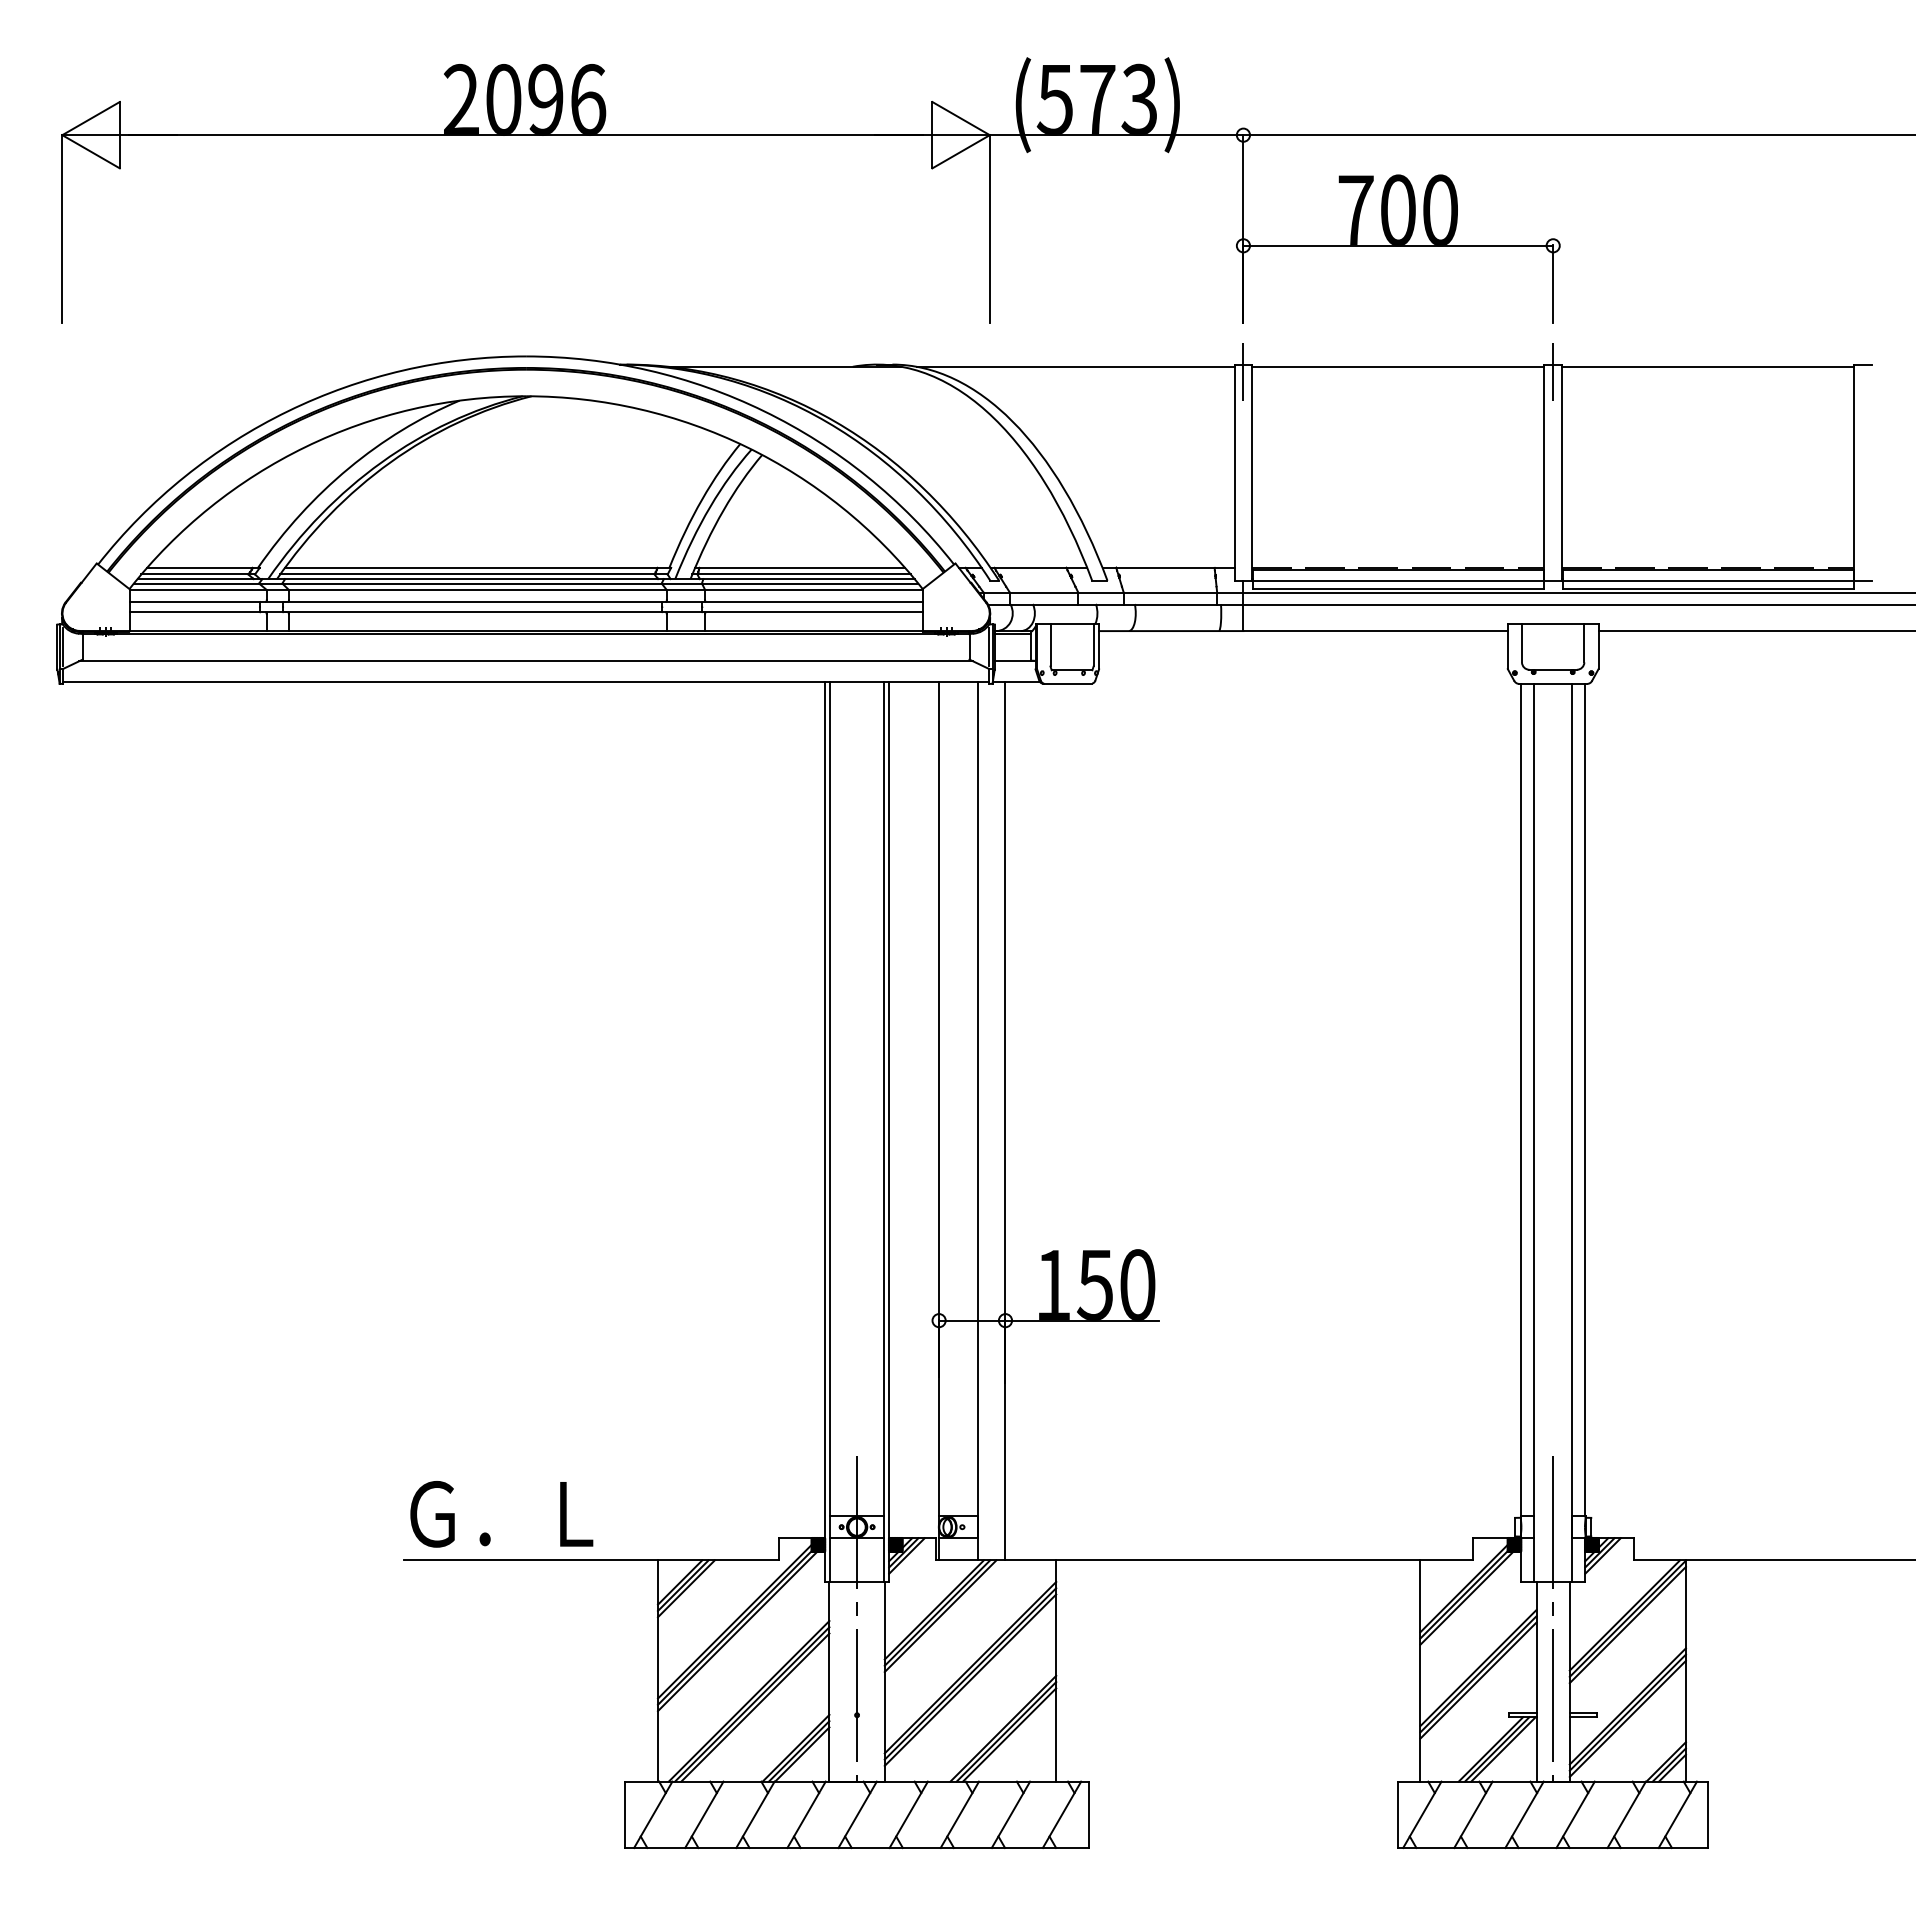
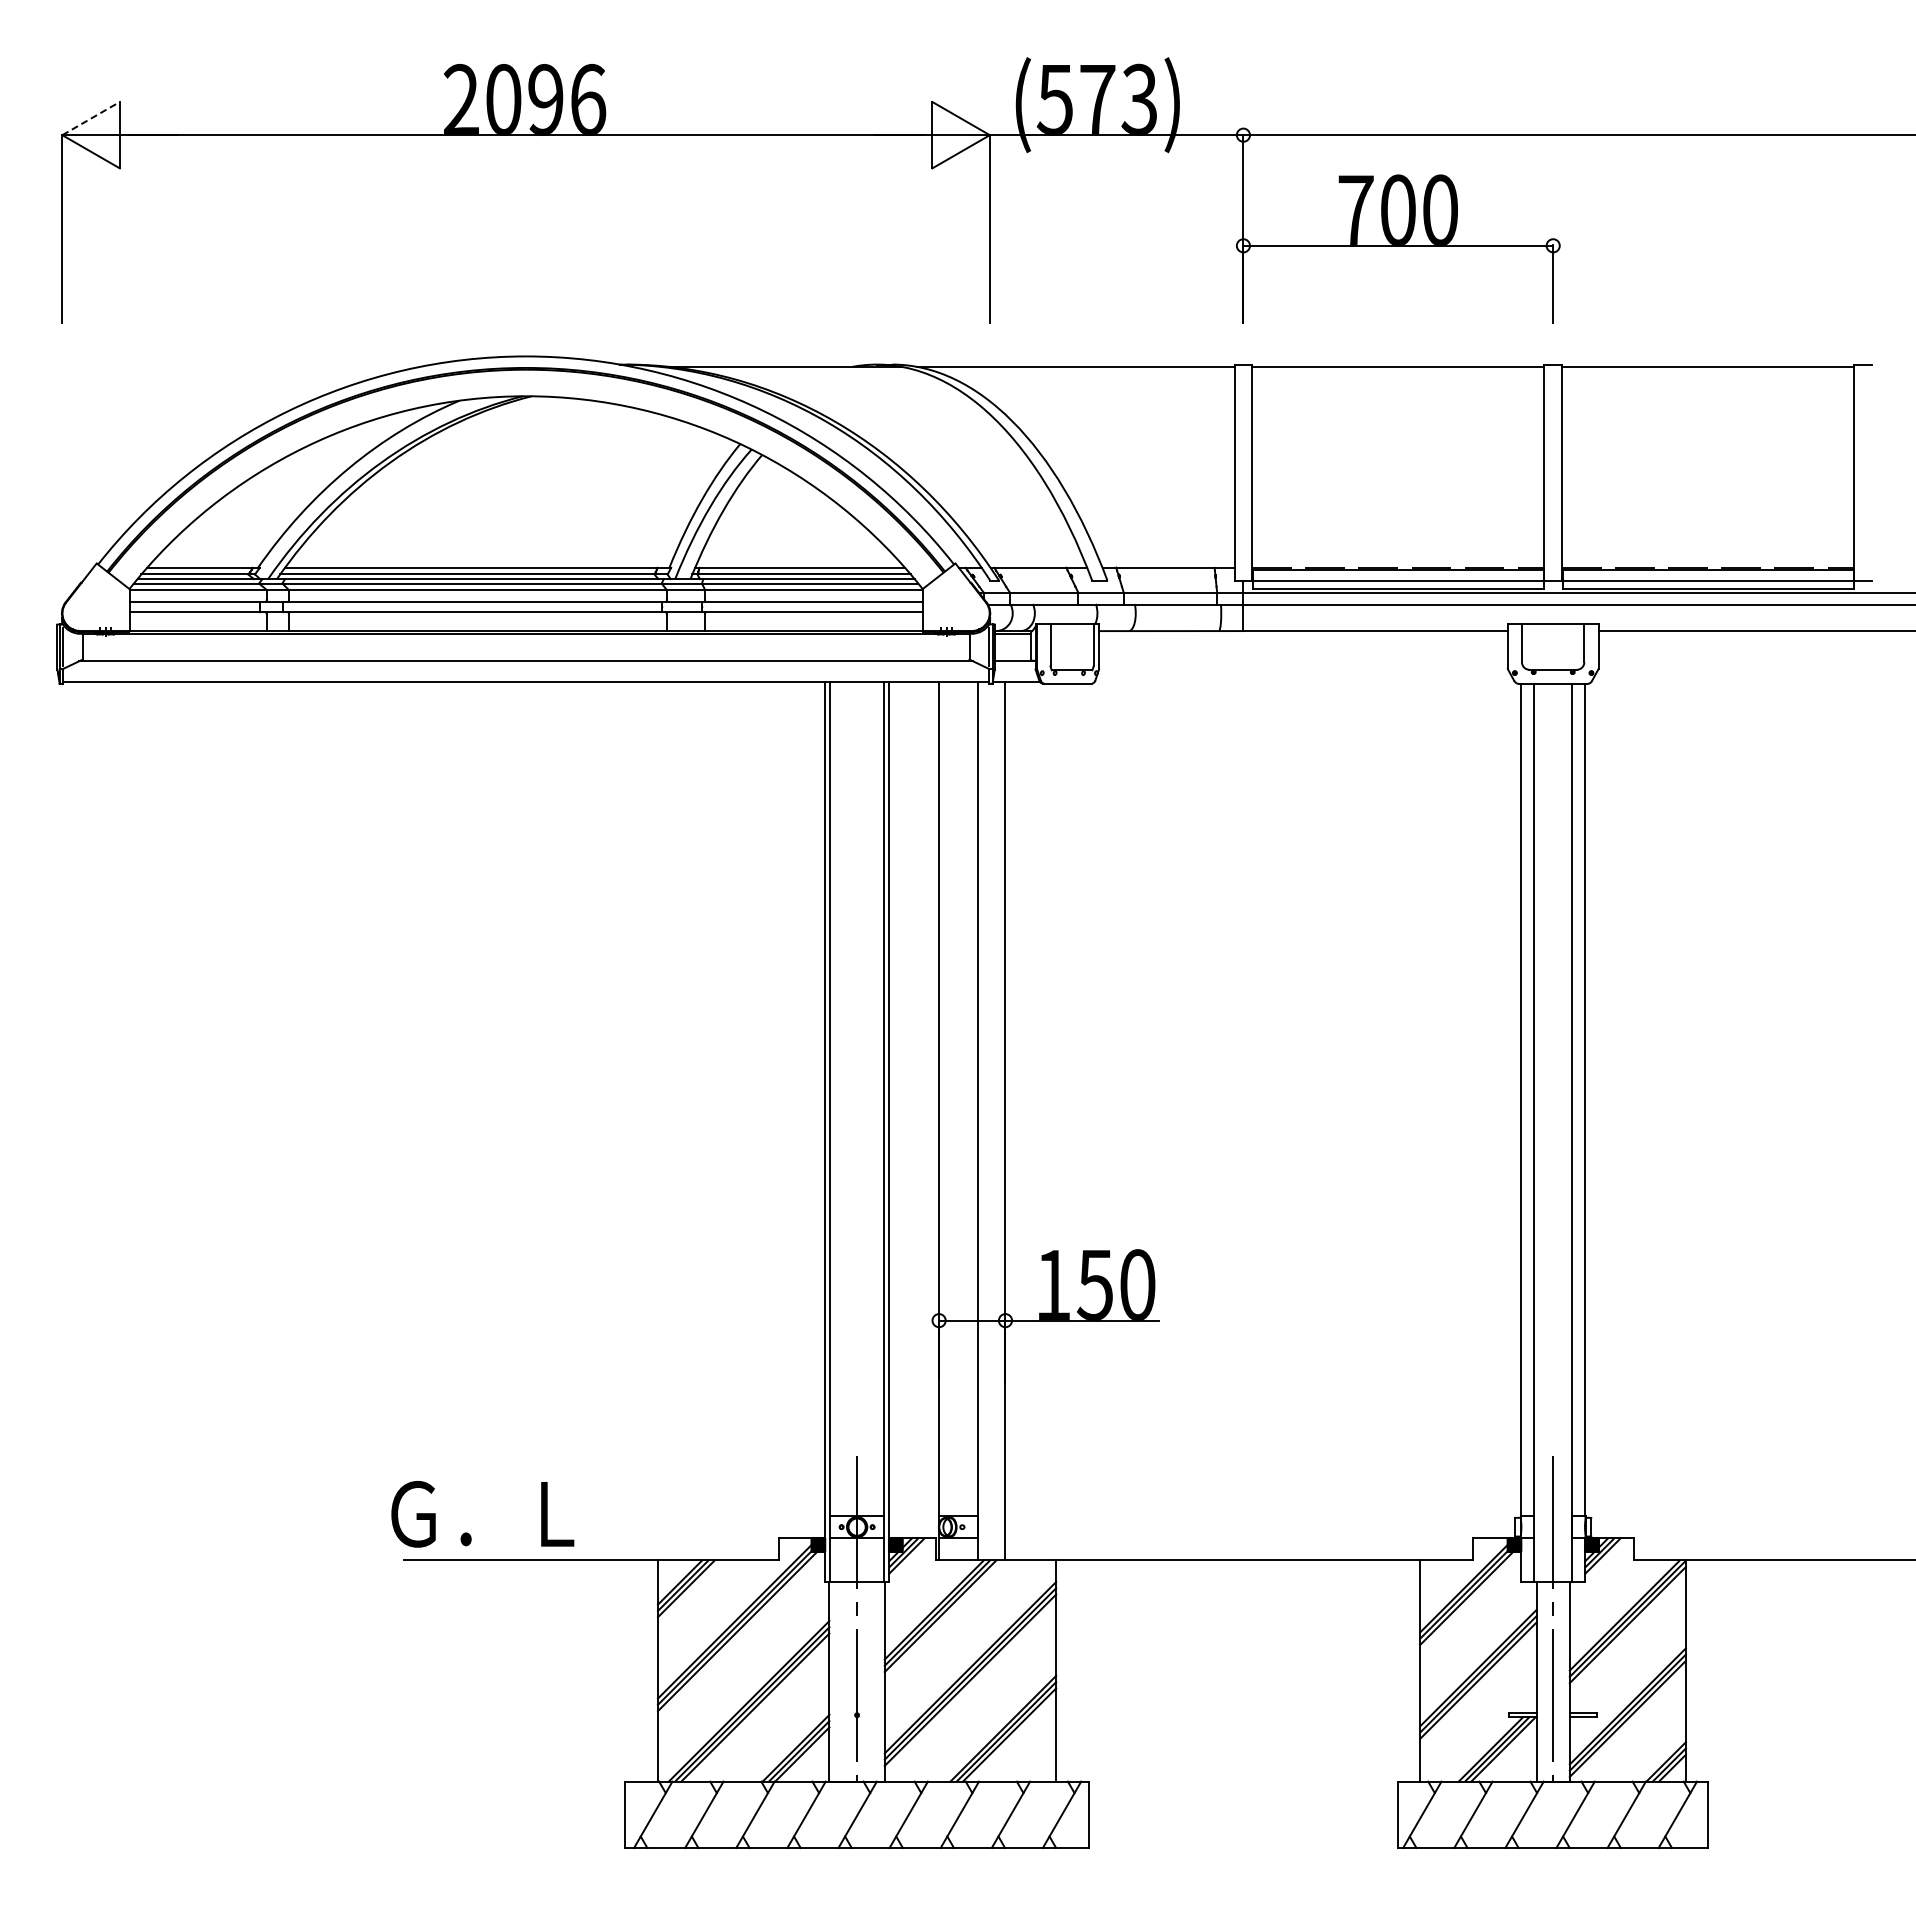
line at (91, 118): solid -> dashed
line at (1243, 372): present -> none
line at (1553, 372): present -> none
text at (501, 1514) position: (501, 1514) -> (482, 1514)
